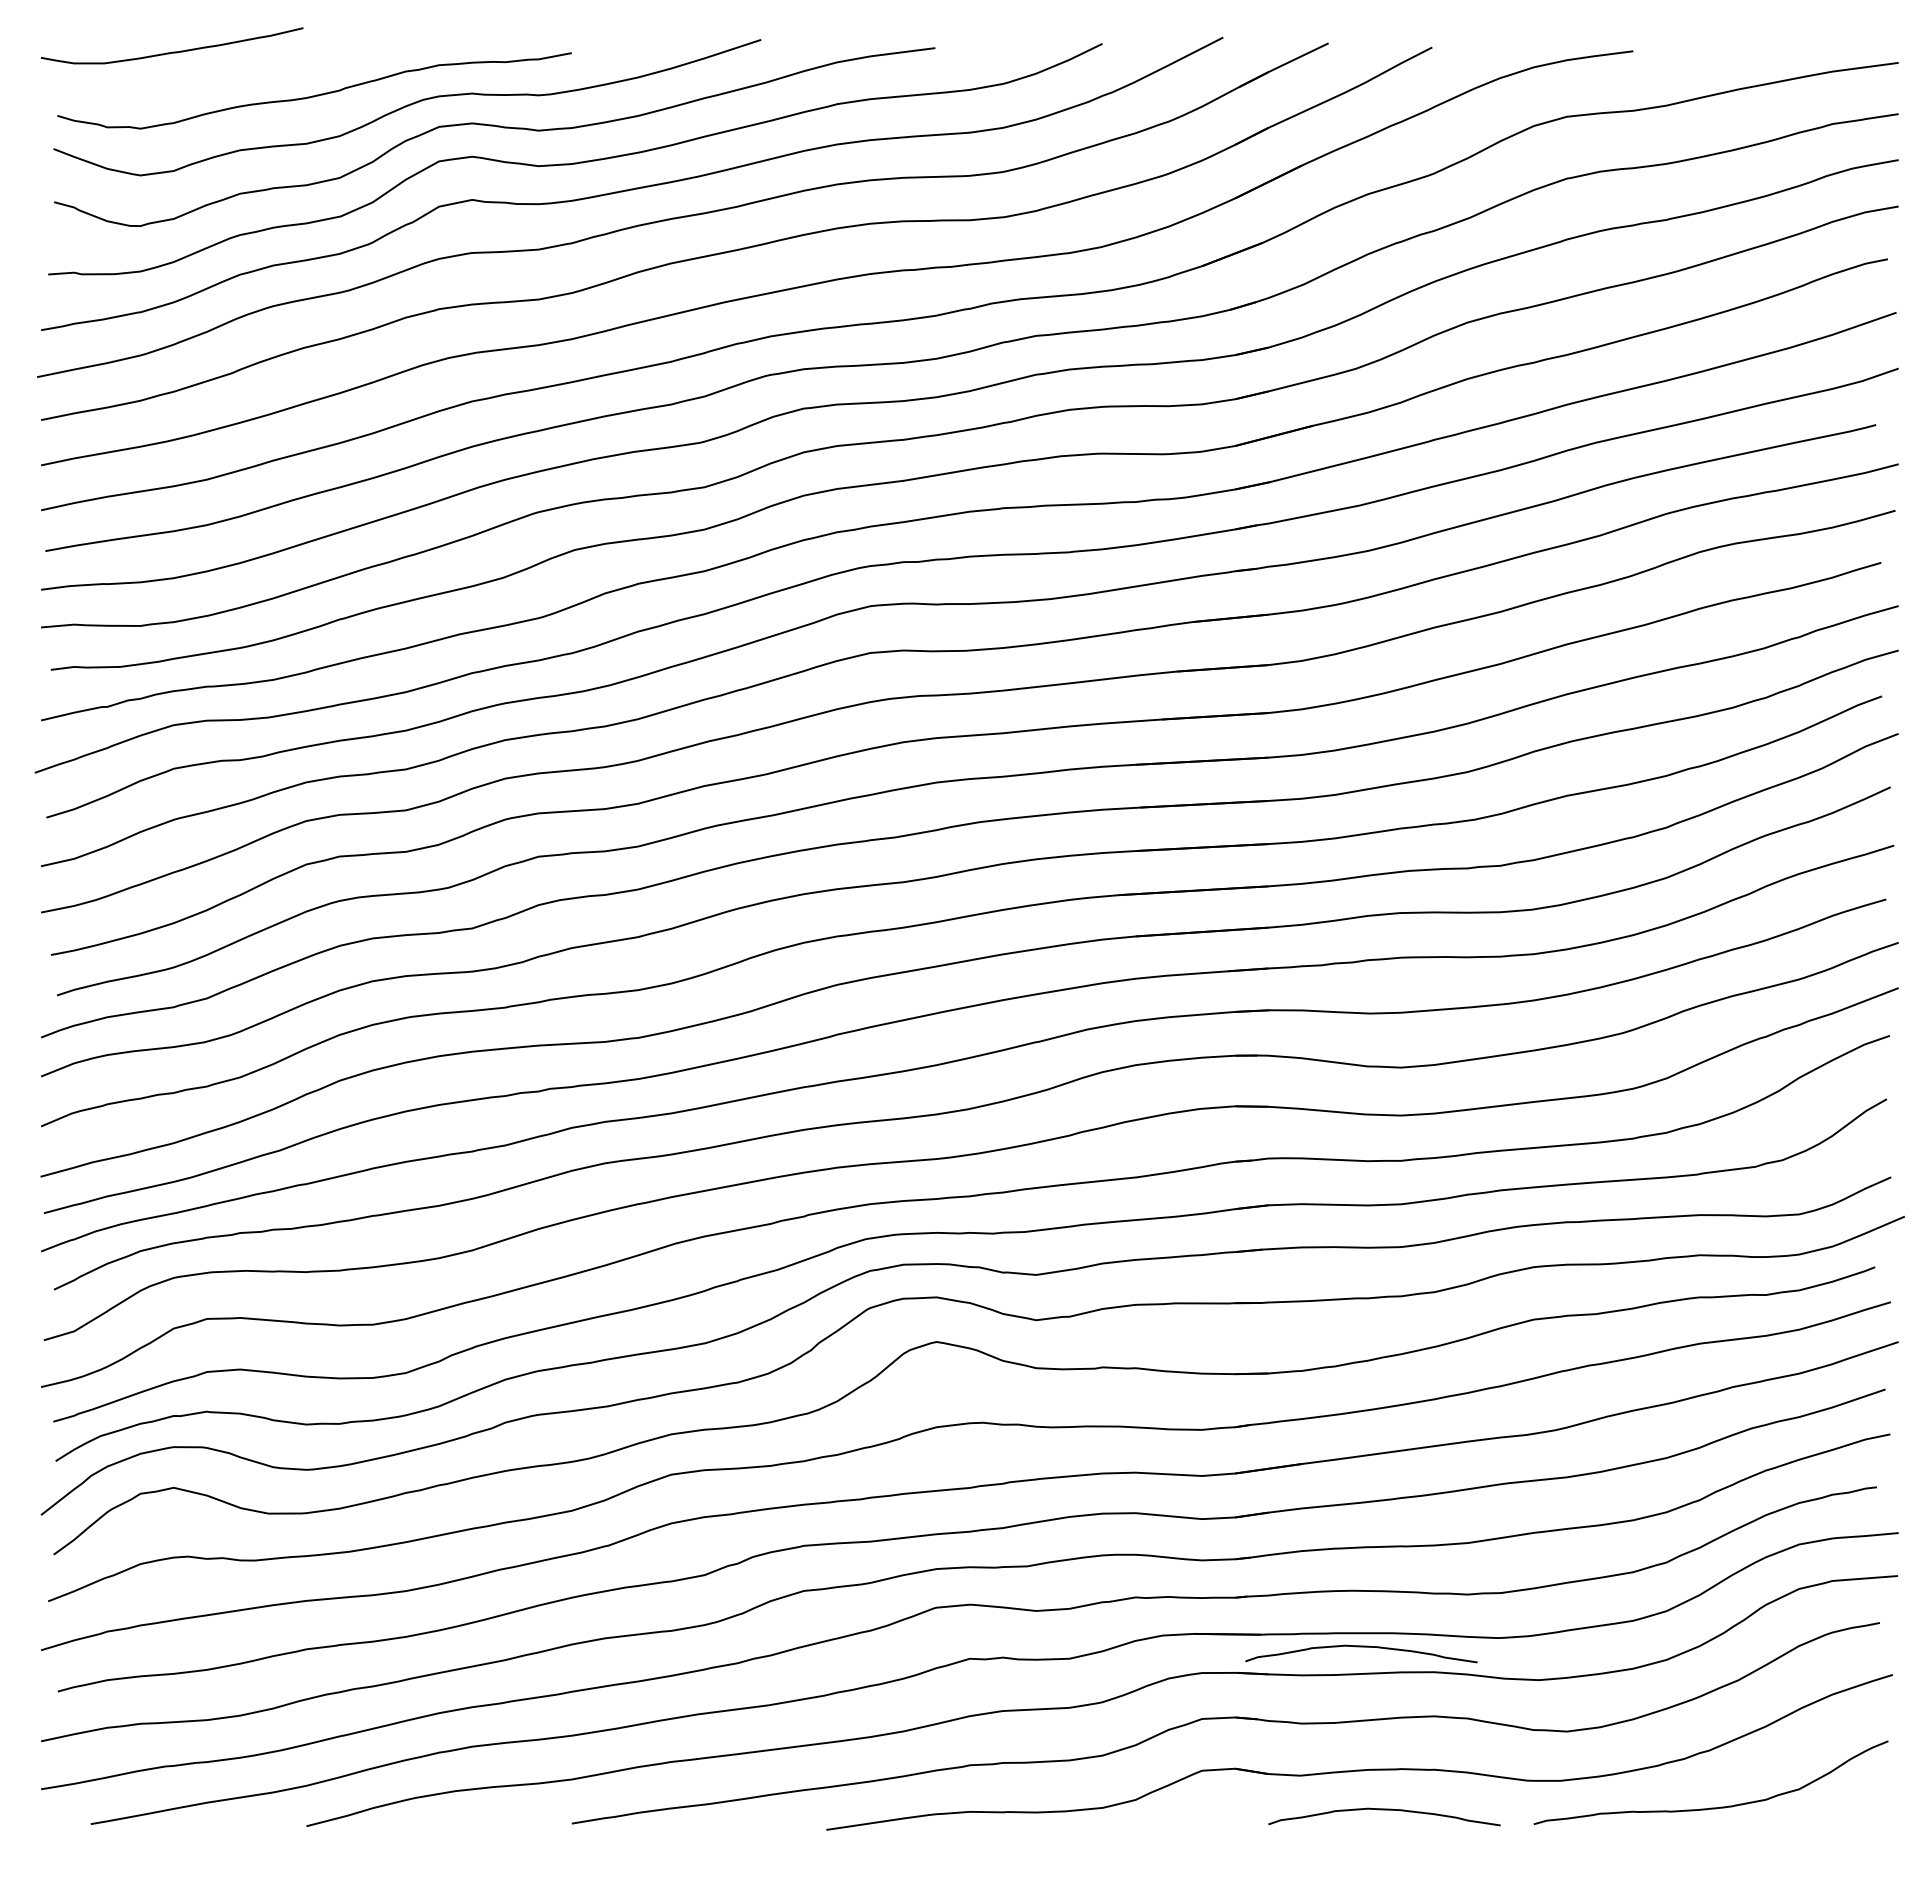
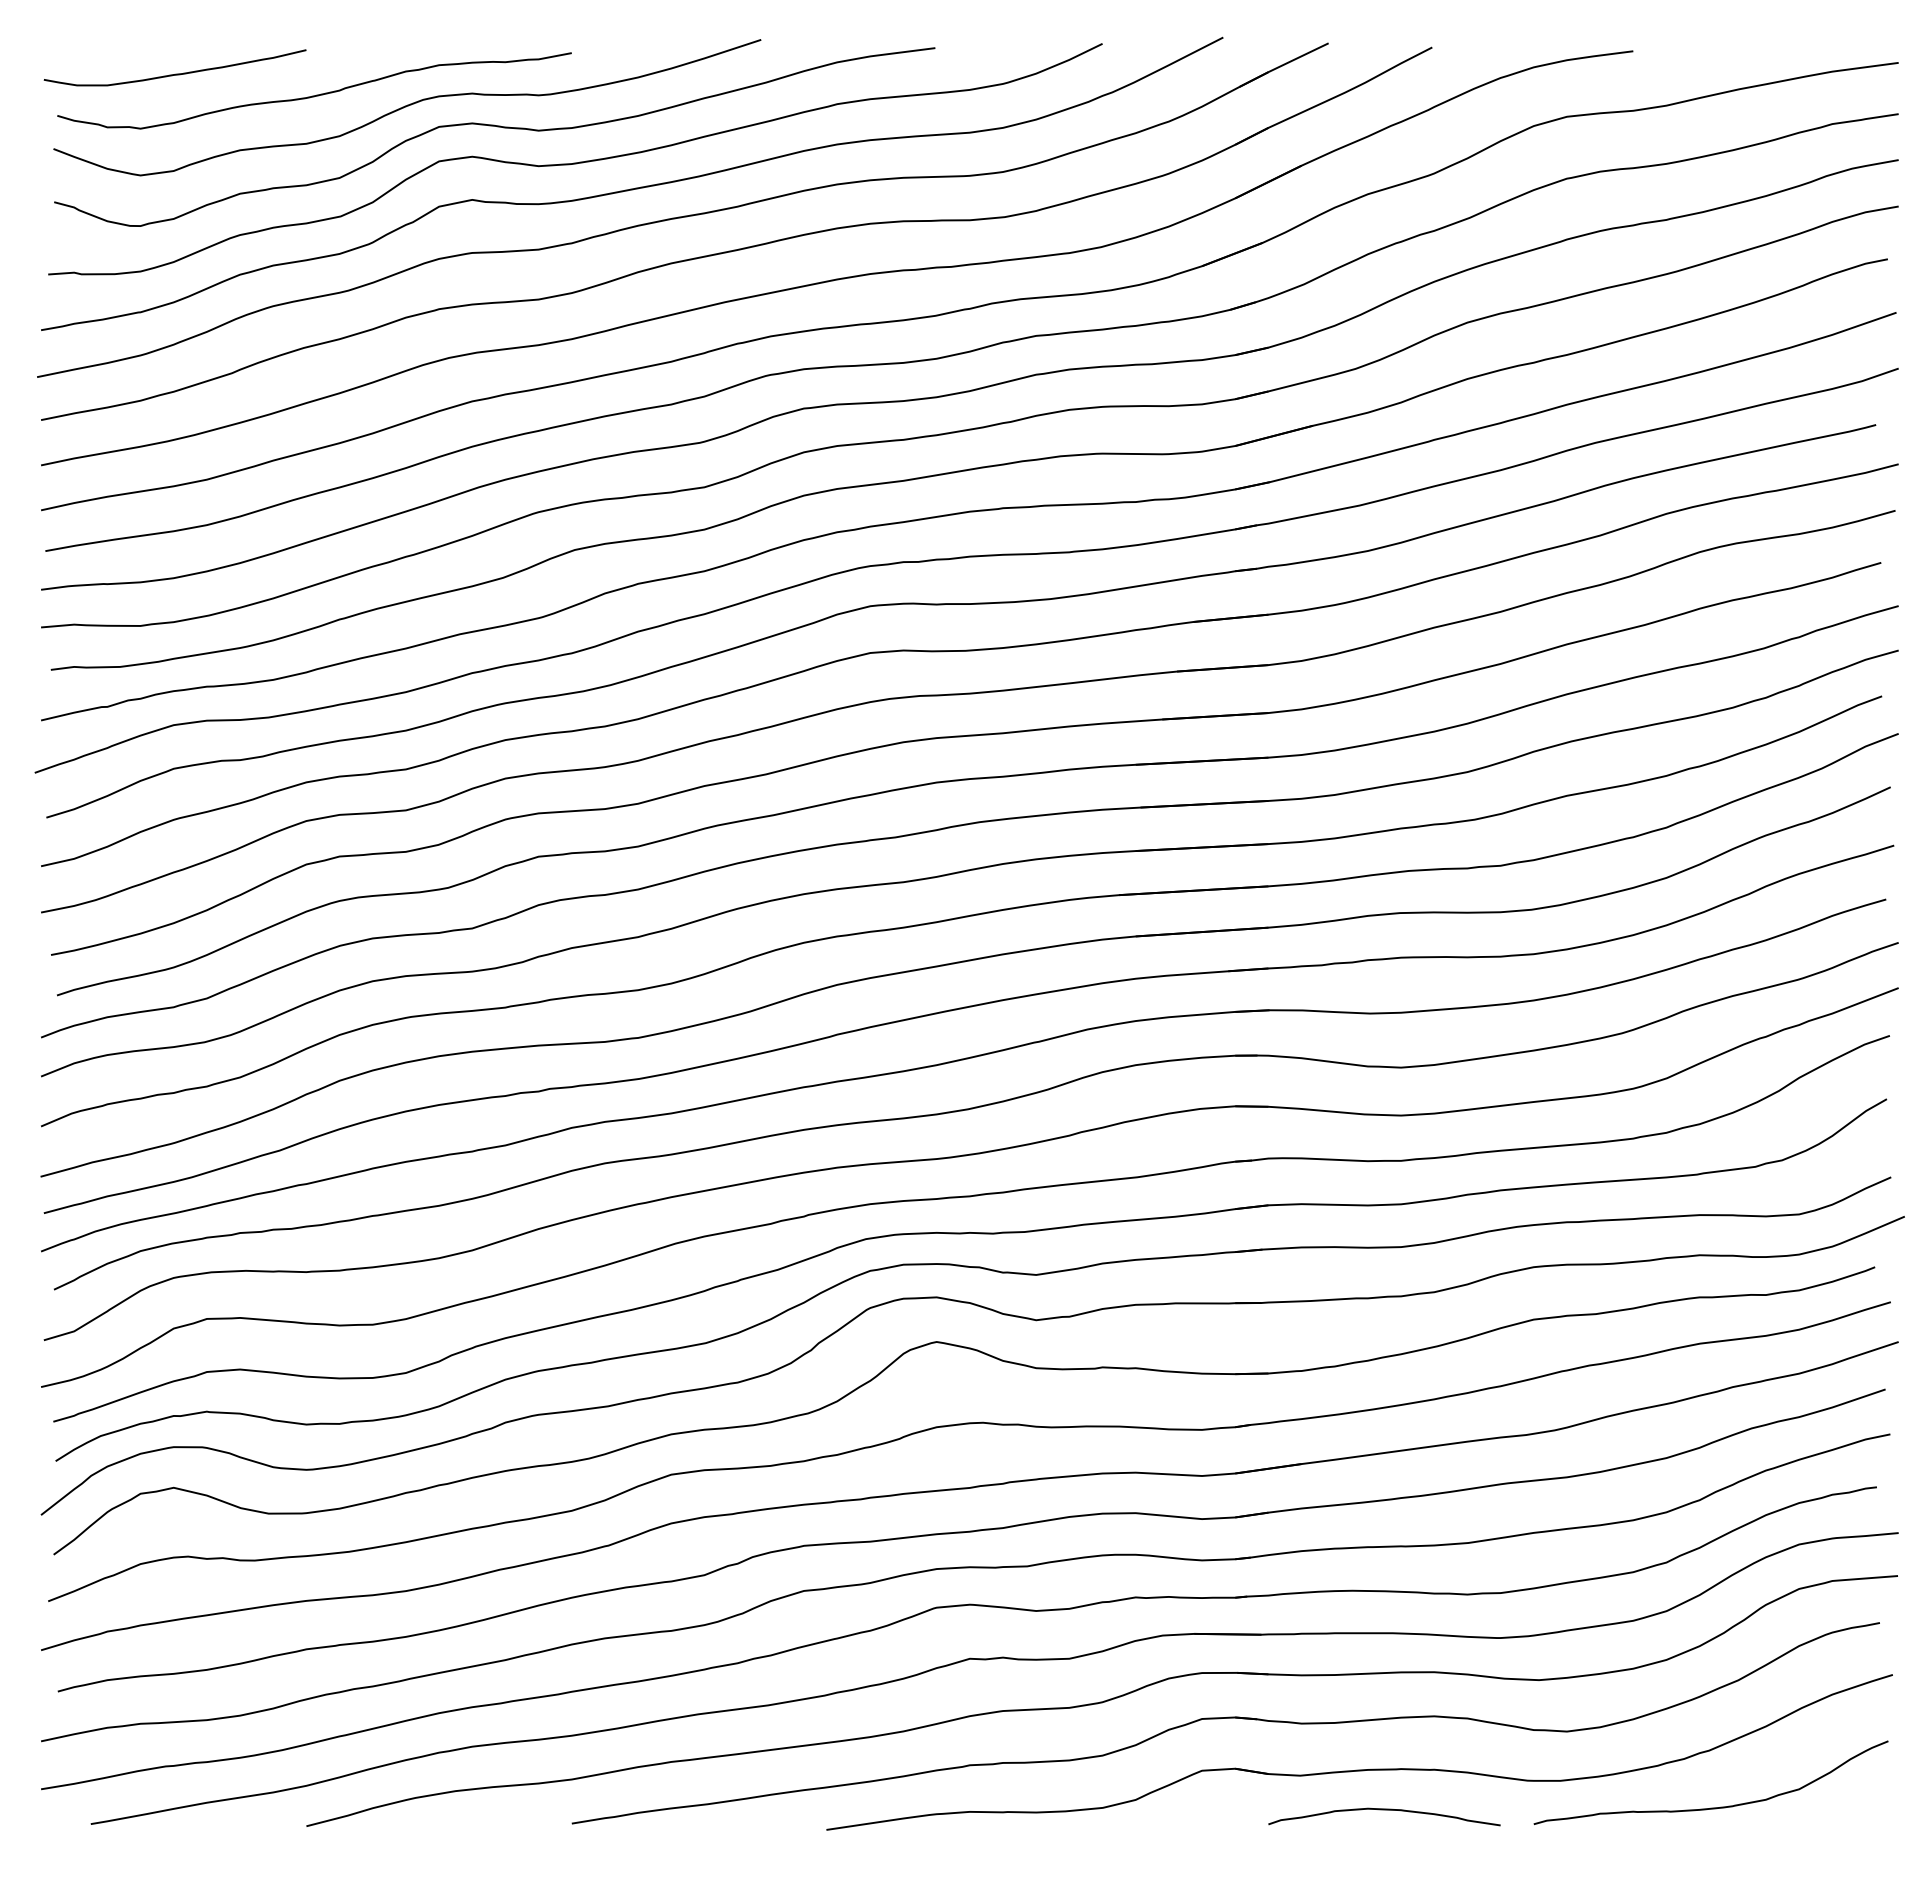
curve at (172, 51) position: (172, 51) -> (175, 73)
curve at (1361, 1647): present -> none
